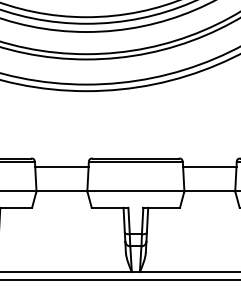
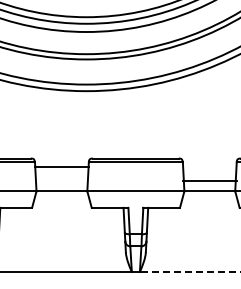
line at (209, 166) position: (209, 166) -> (209, 180)
line at (189, 272): solid -> dashed
line at (119, 280): present -> none
